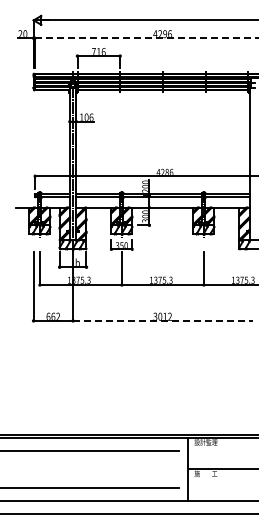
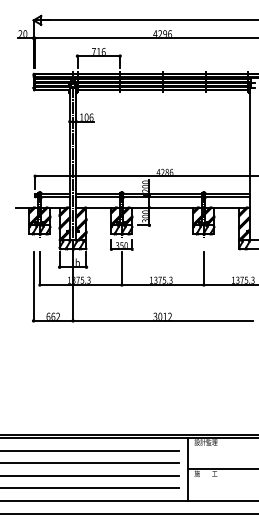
line at (146, 38): dashed -> solid
line at (162, 320): dashed -> solid
line at (90, 463): none -> present
line at (90, 475): none -> present
